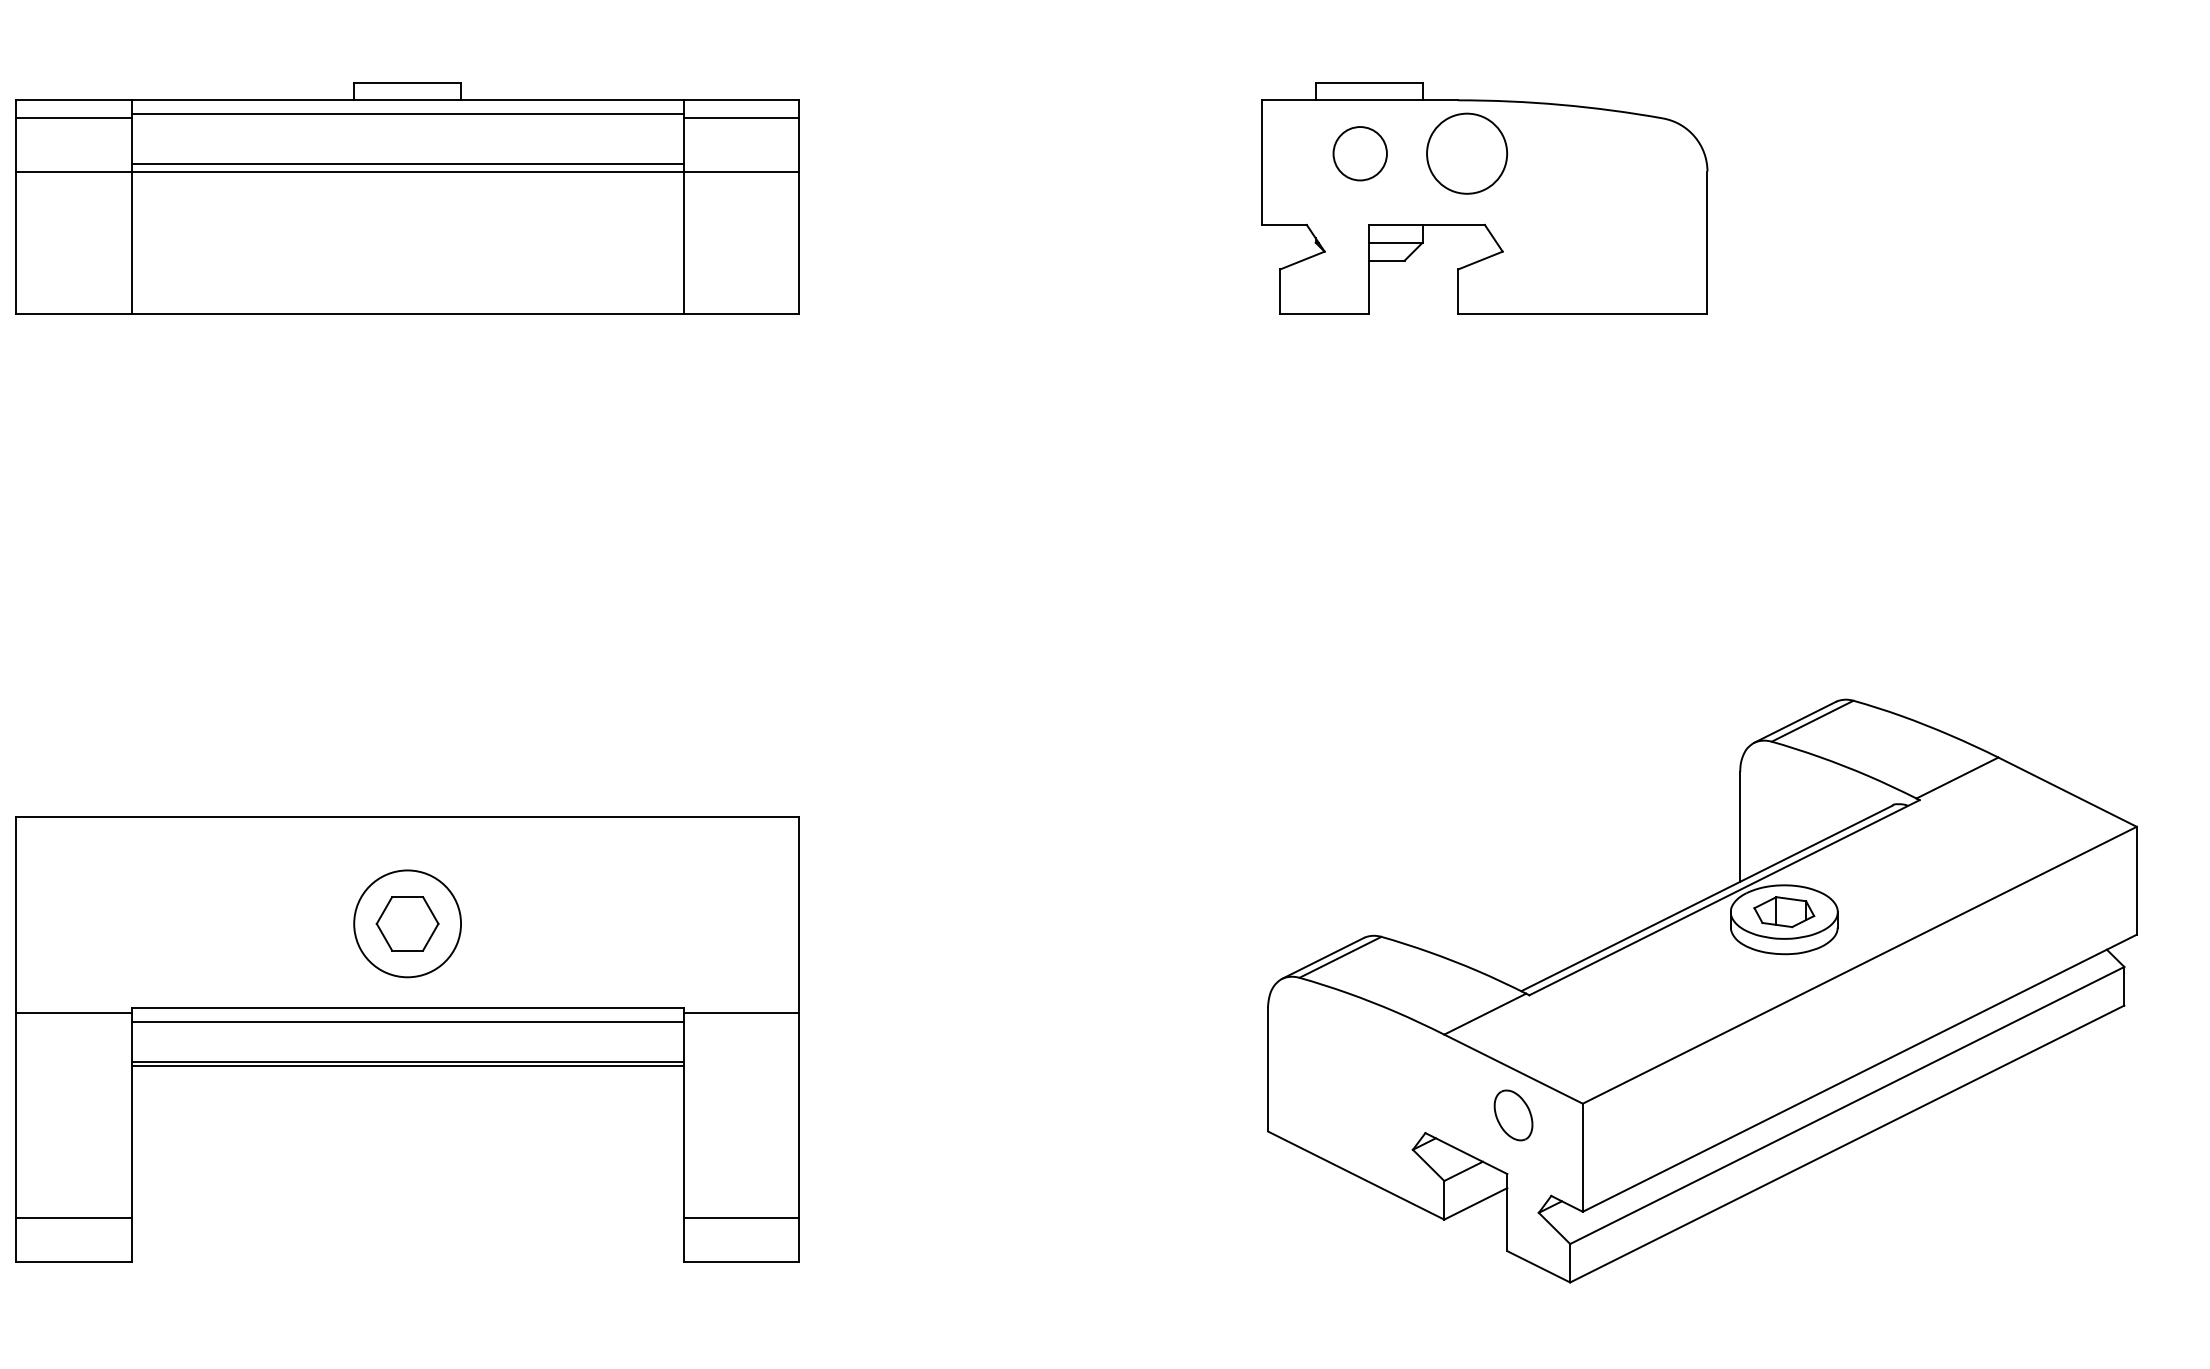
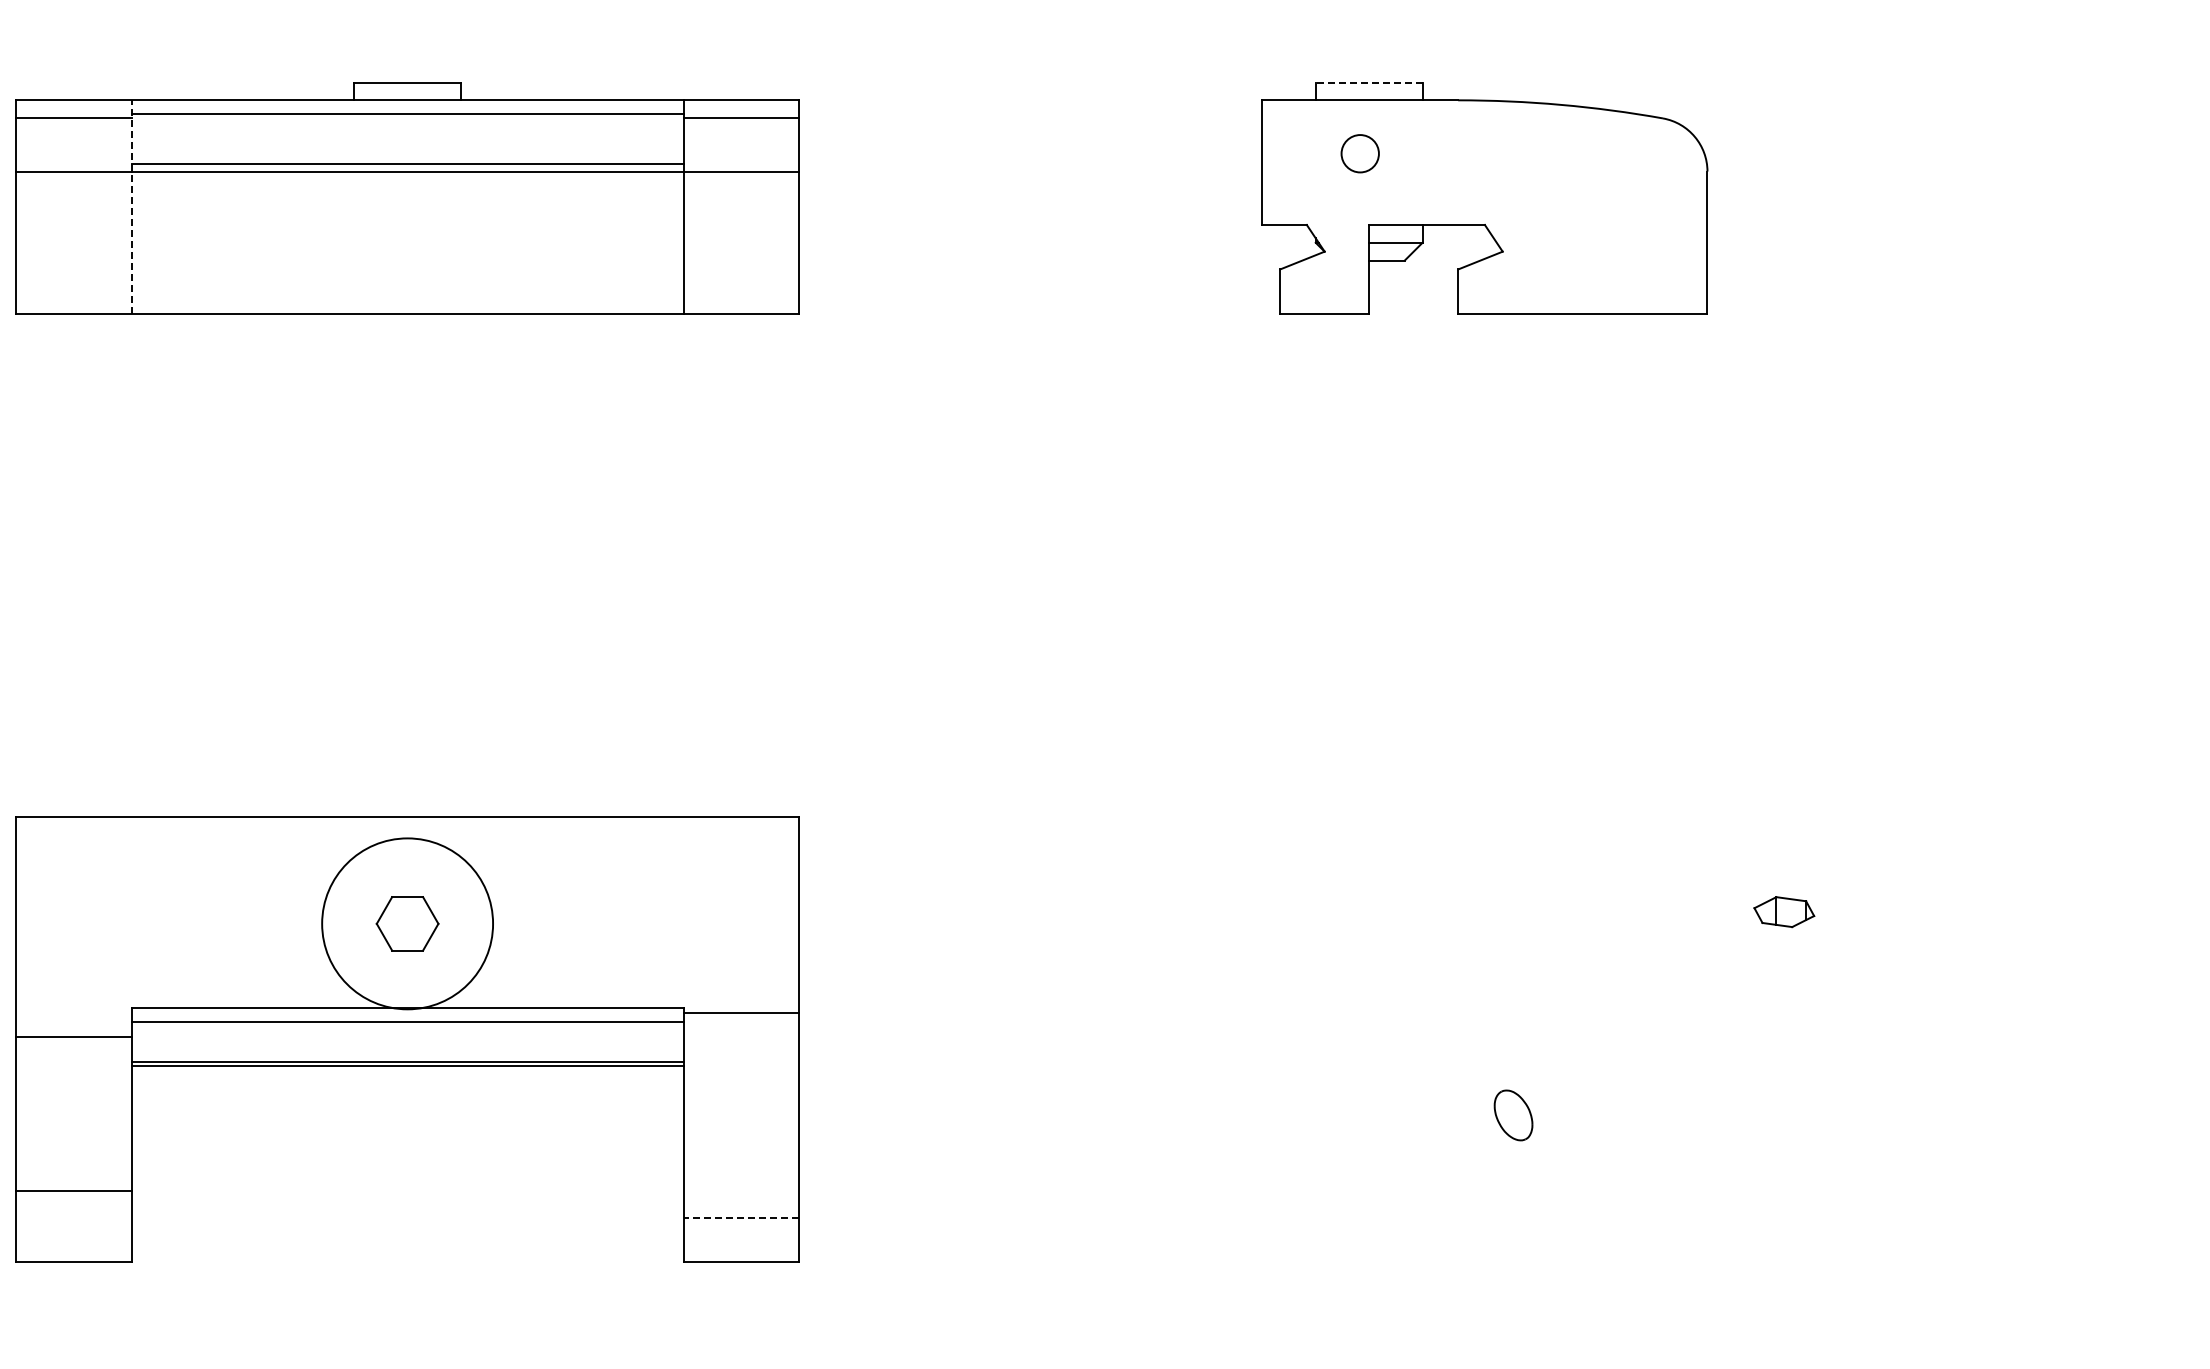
line at (1368, 82): solid -> dashed
circle at (1359, 153) diameter: 53 px -> 37 px
circle at (1467, 153): present -> none
line at (131, 207): solid -> dashed
circle at (407, 923) diameter: 107 px -> 171 px
part at (1702, 990): present -> none
line at (73, 1012) position: (73, 1012) -> (73, 1036)
line at (73, 1217) position: (73, 1217) -> (73, 1190)
line at (741, 1217): solid -> dashed
